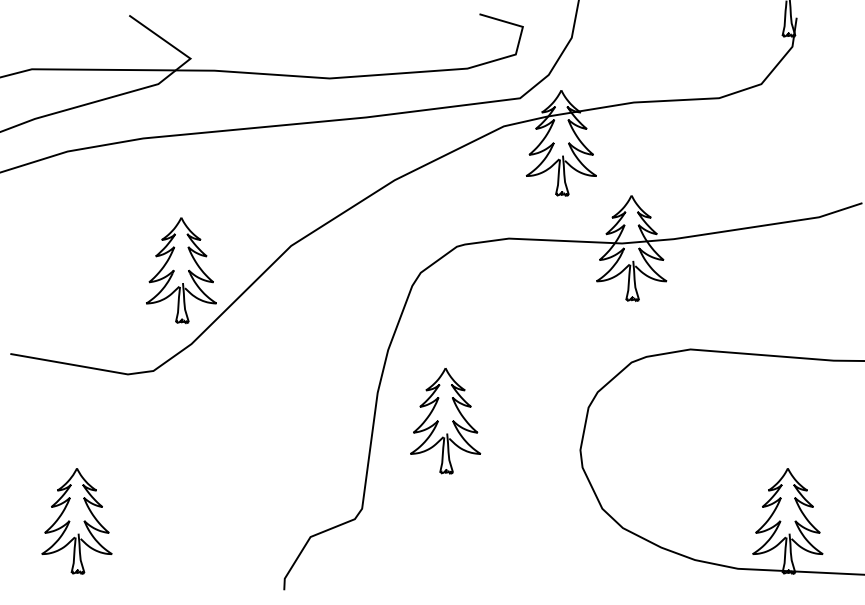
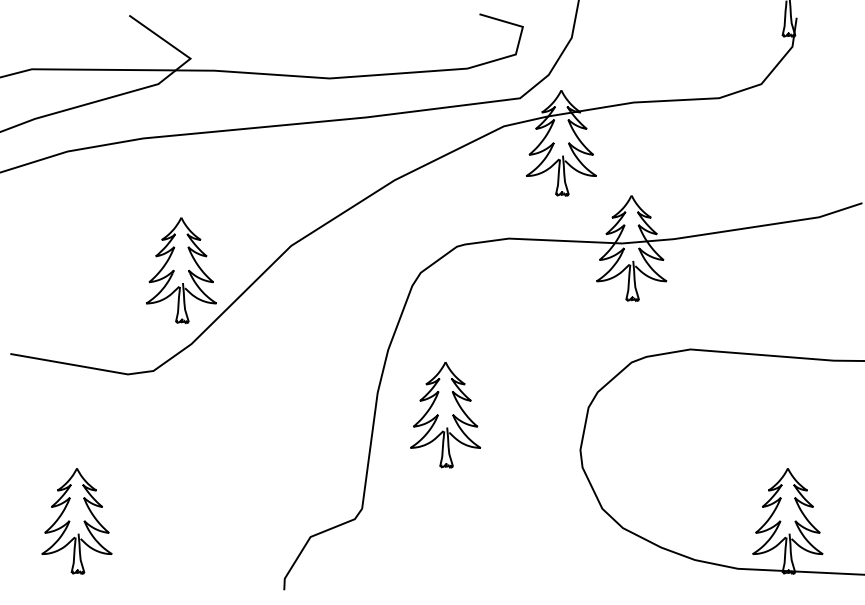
part at (445, 421) position: (445, 421) -> (445, 415)
